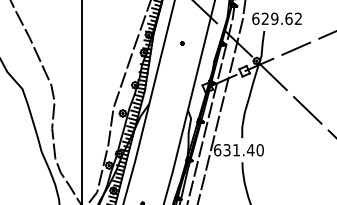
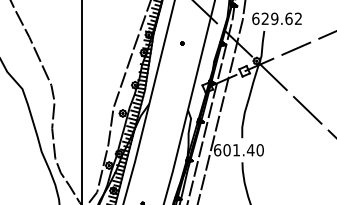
text at (226, 150): 631.40 -> 601.40
